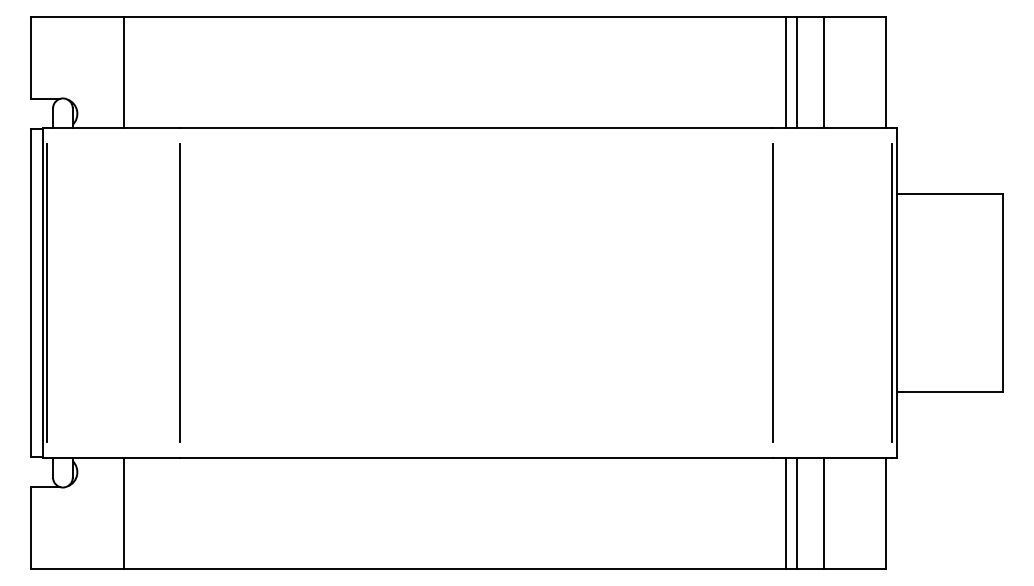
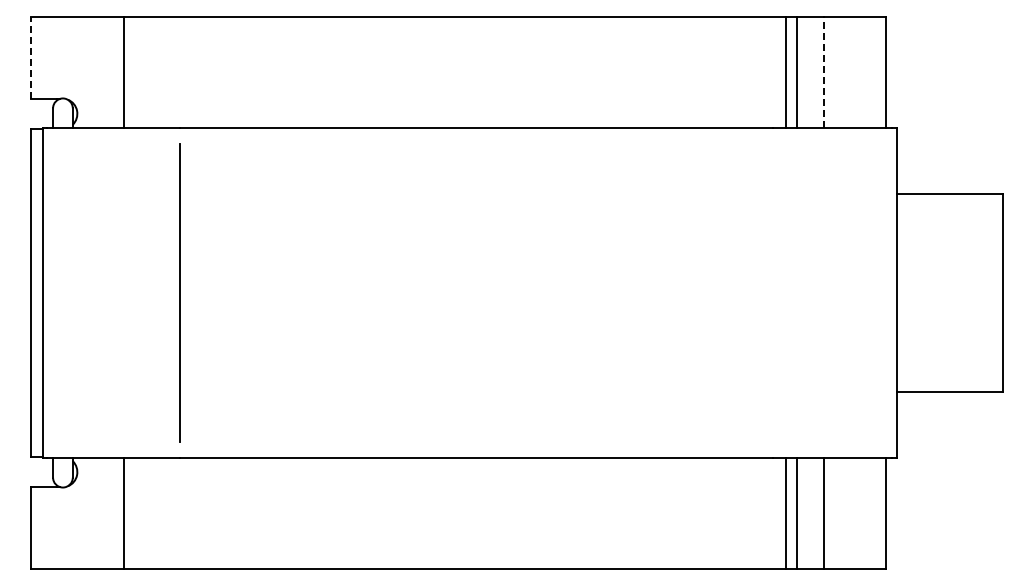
line at (31, 58): solid -> dashed
line at (823, 71): solid -> dashed
line at (47, 292): present -> none
line at (772, 292): present -> none
line at (891, 292): present -> none
